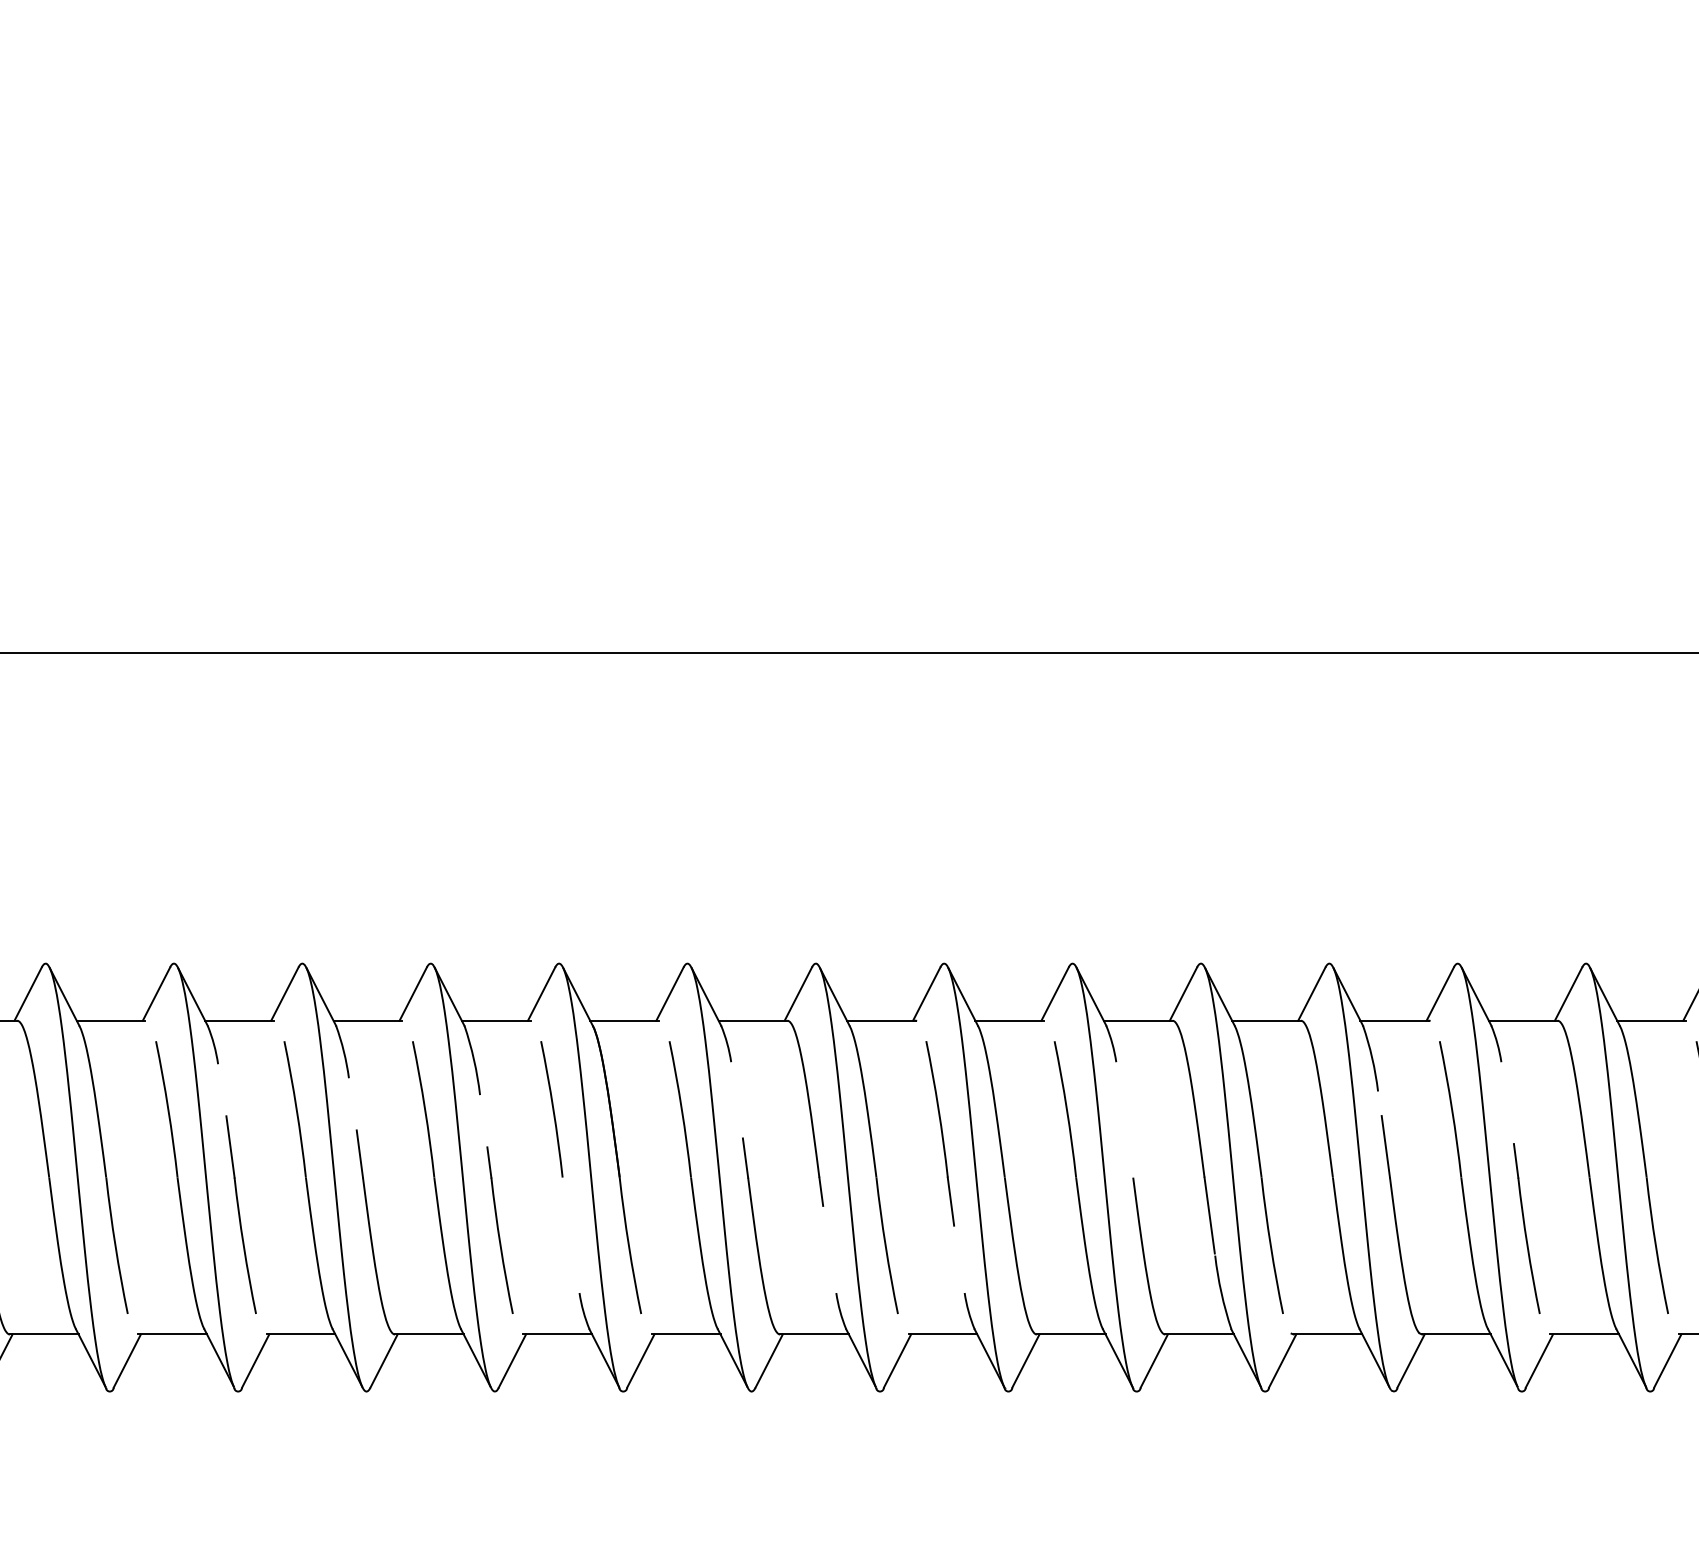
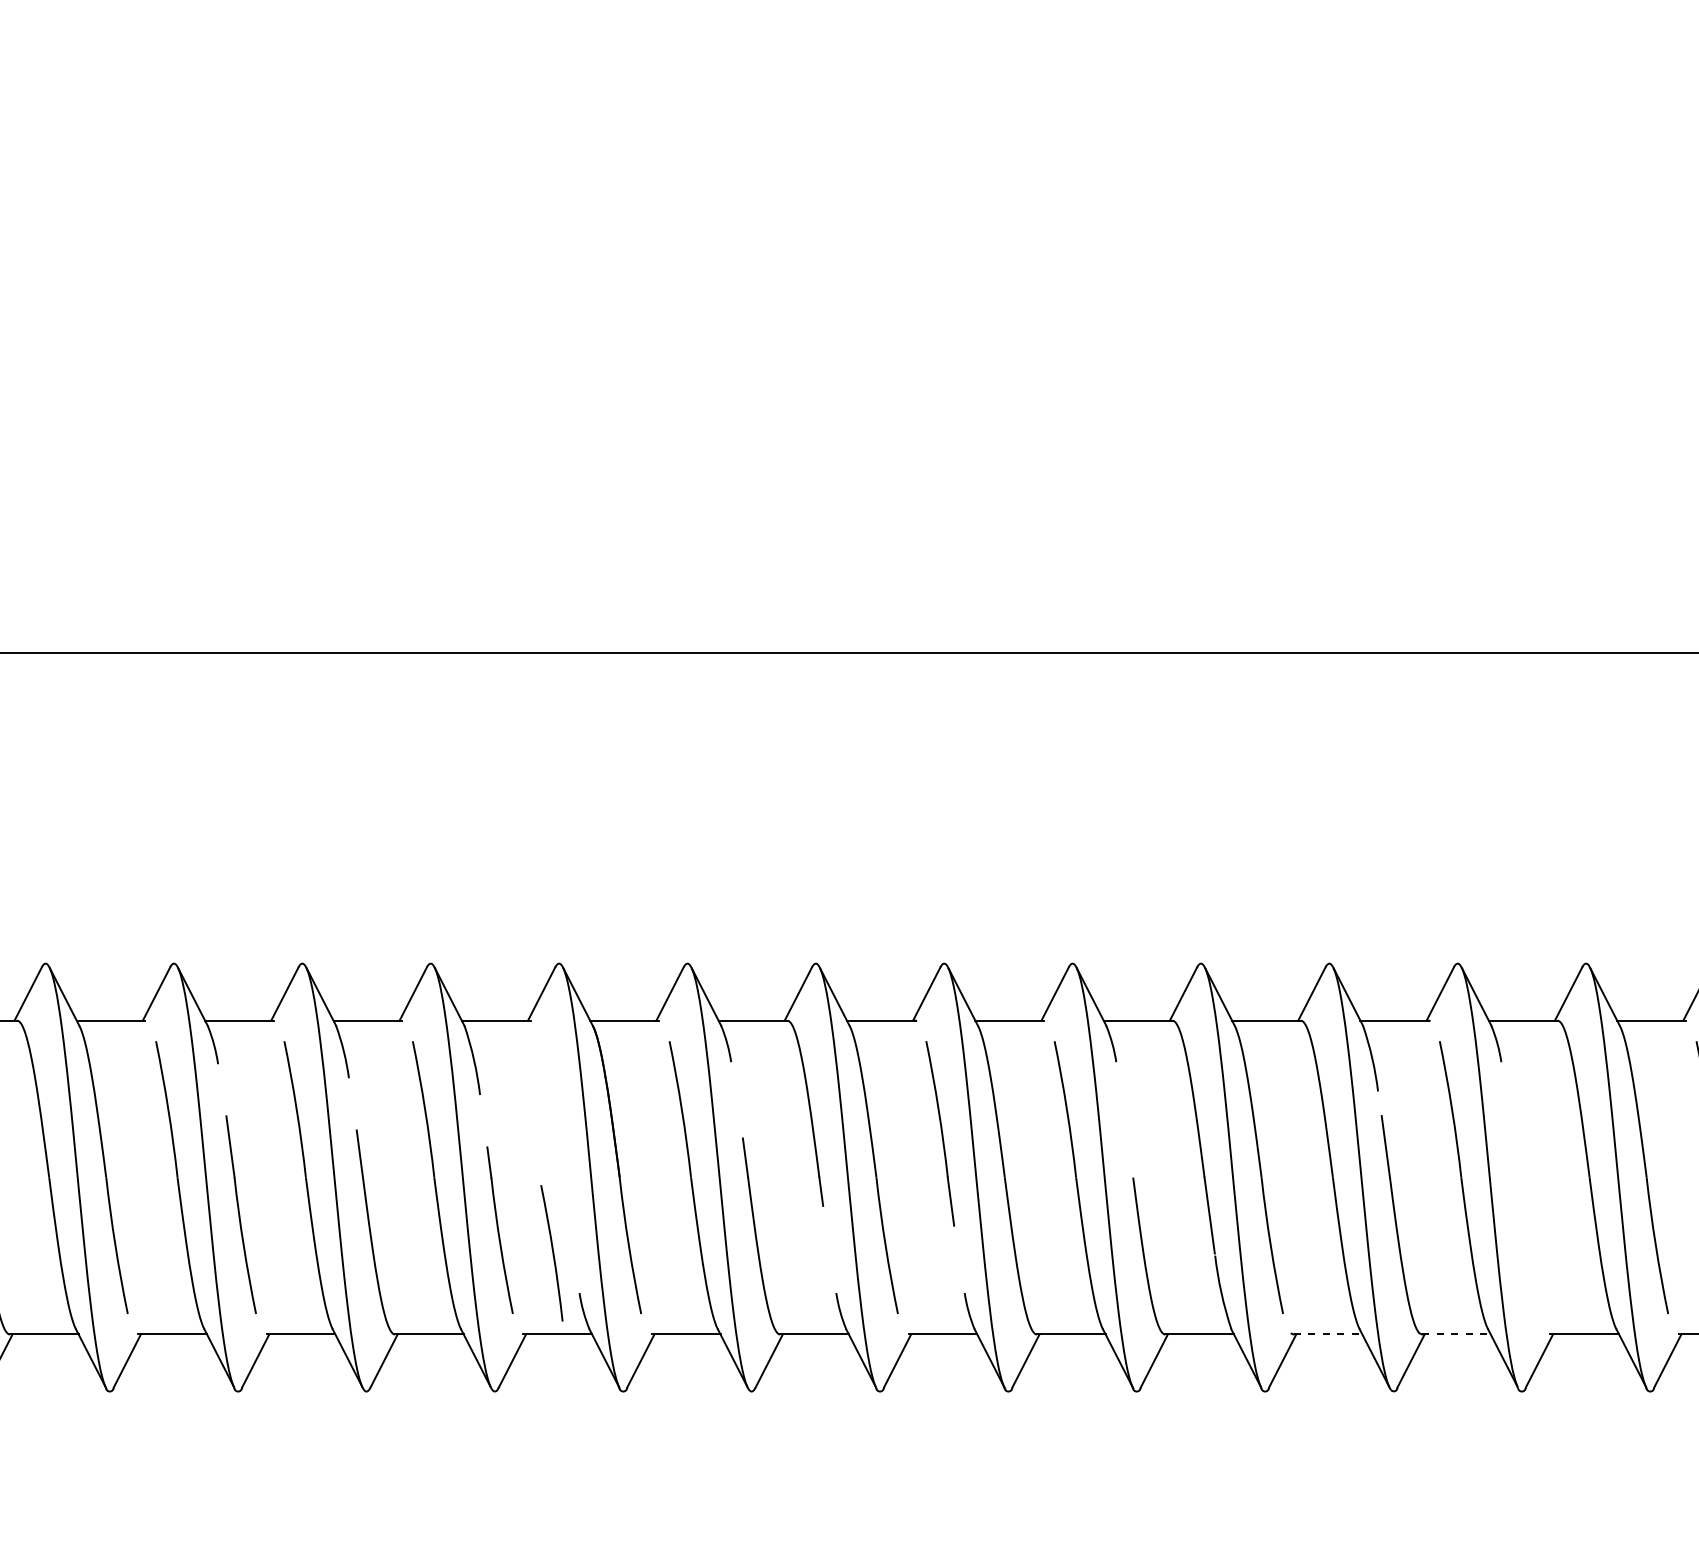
arc at (552, 1109) position: (552, 1109) -> (552, 1253)
part at (1526, 1228): present -> none
line at (1328, 1334): solid -> dashed
line at (1456, 1334): solid -> dashed
